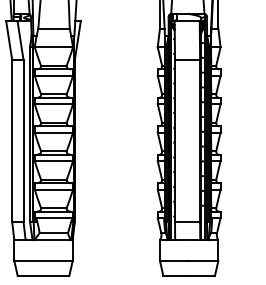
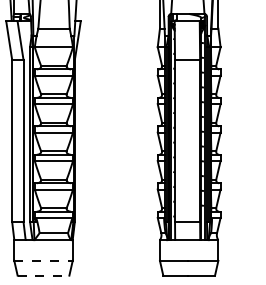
line at (44, 260): solid -> dashed
line at (43, 275): solid -> dashed
